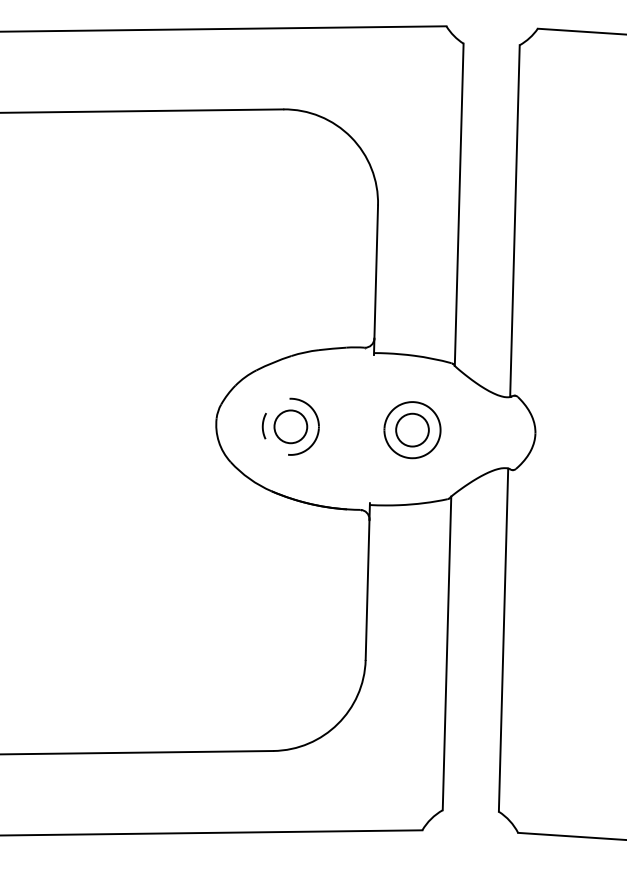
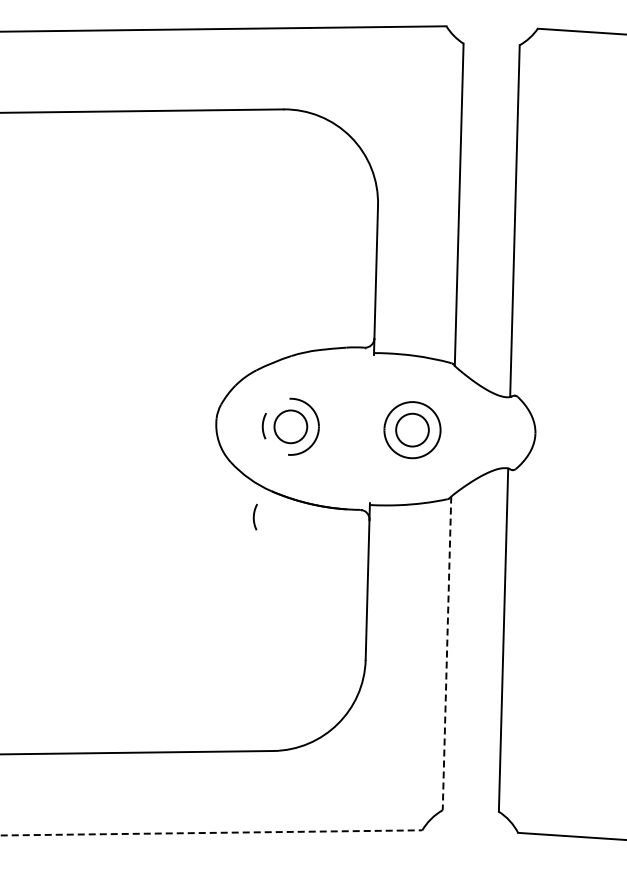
curve at (254, 516): none -> present
line at (447, 653): solid -> dashed
line at (211, 832): solid -> dashed
